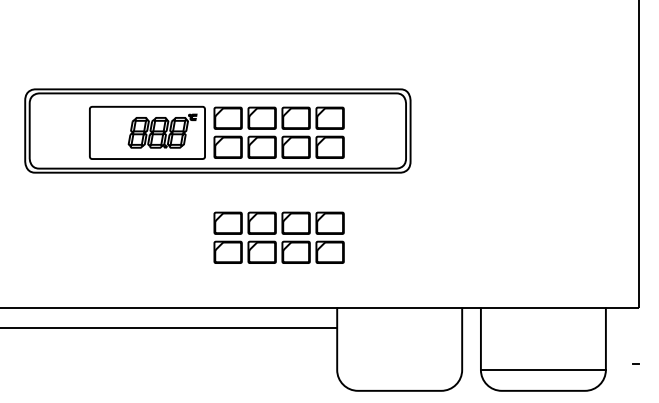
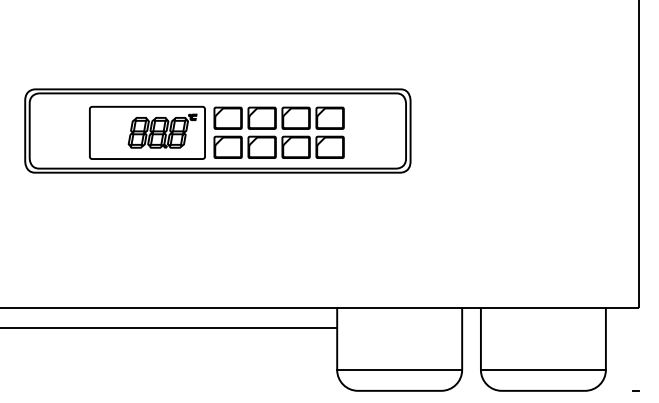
part at (278, 237): present -> none
line at (635, 363) position: (635, 363) -> (635, 390)
line at (399, 369): none -> present
